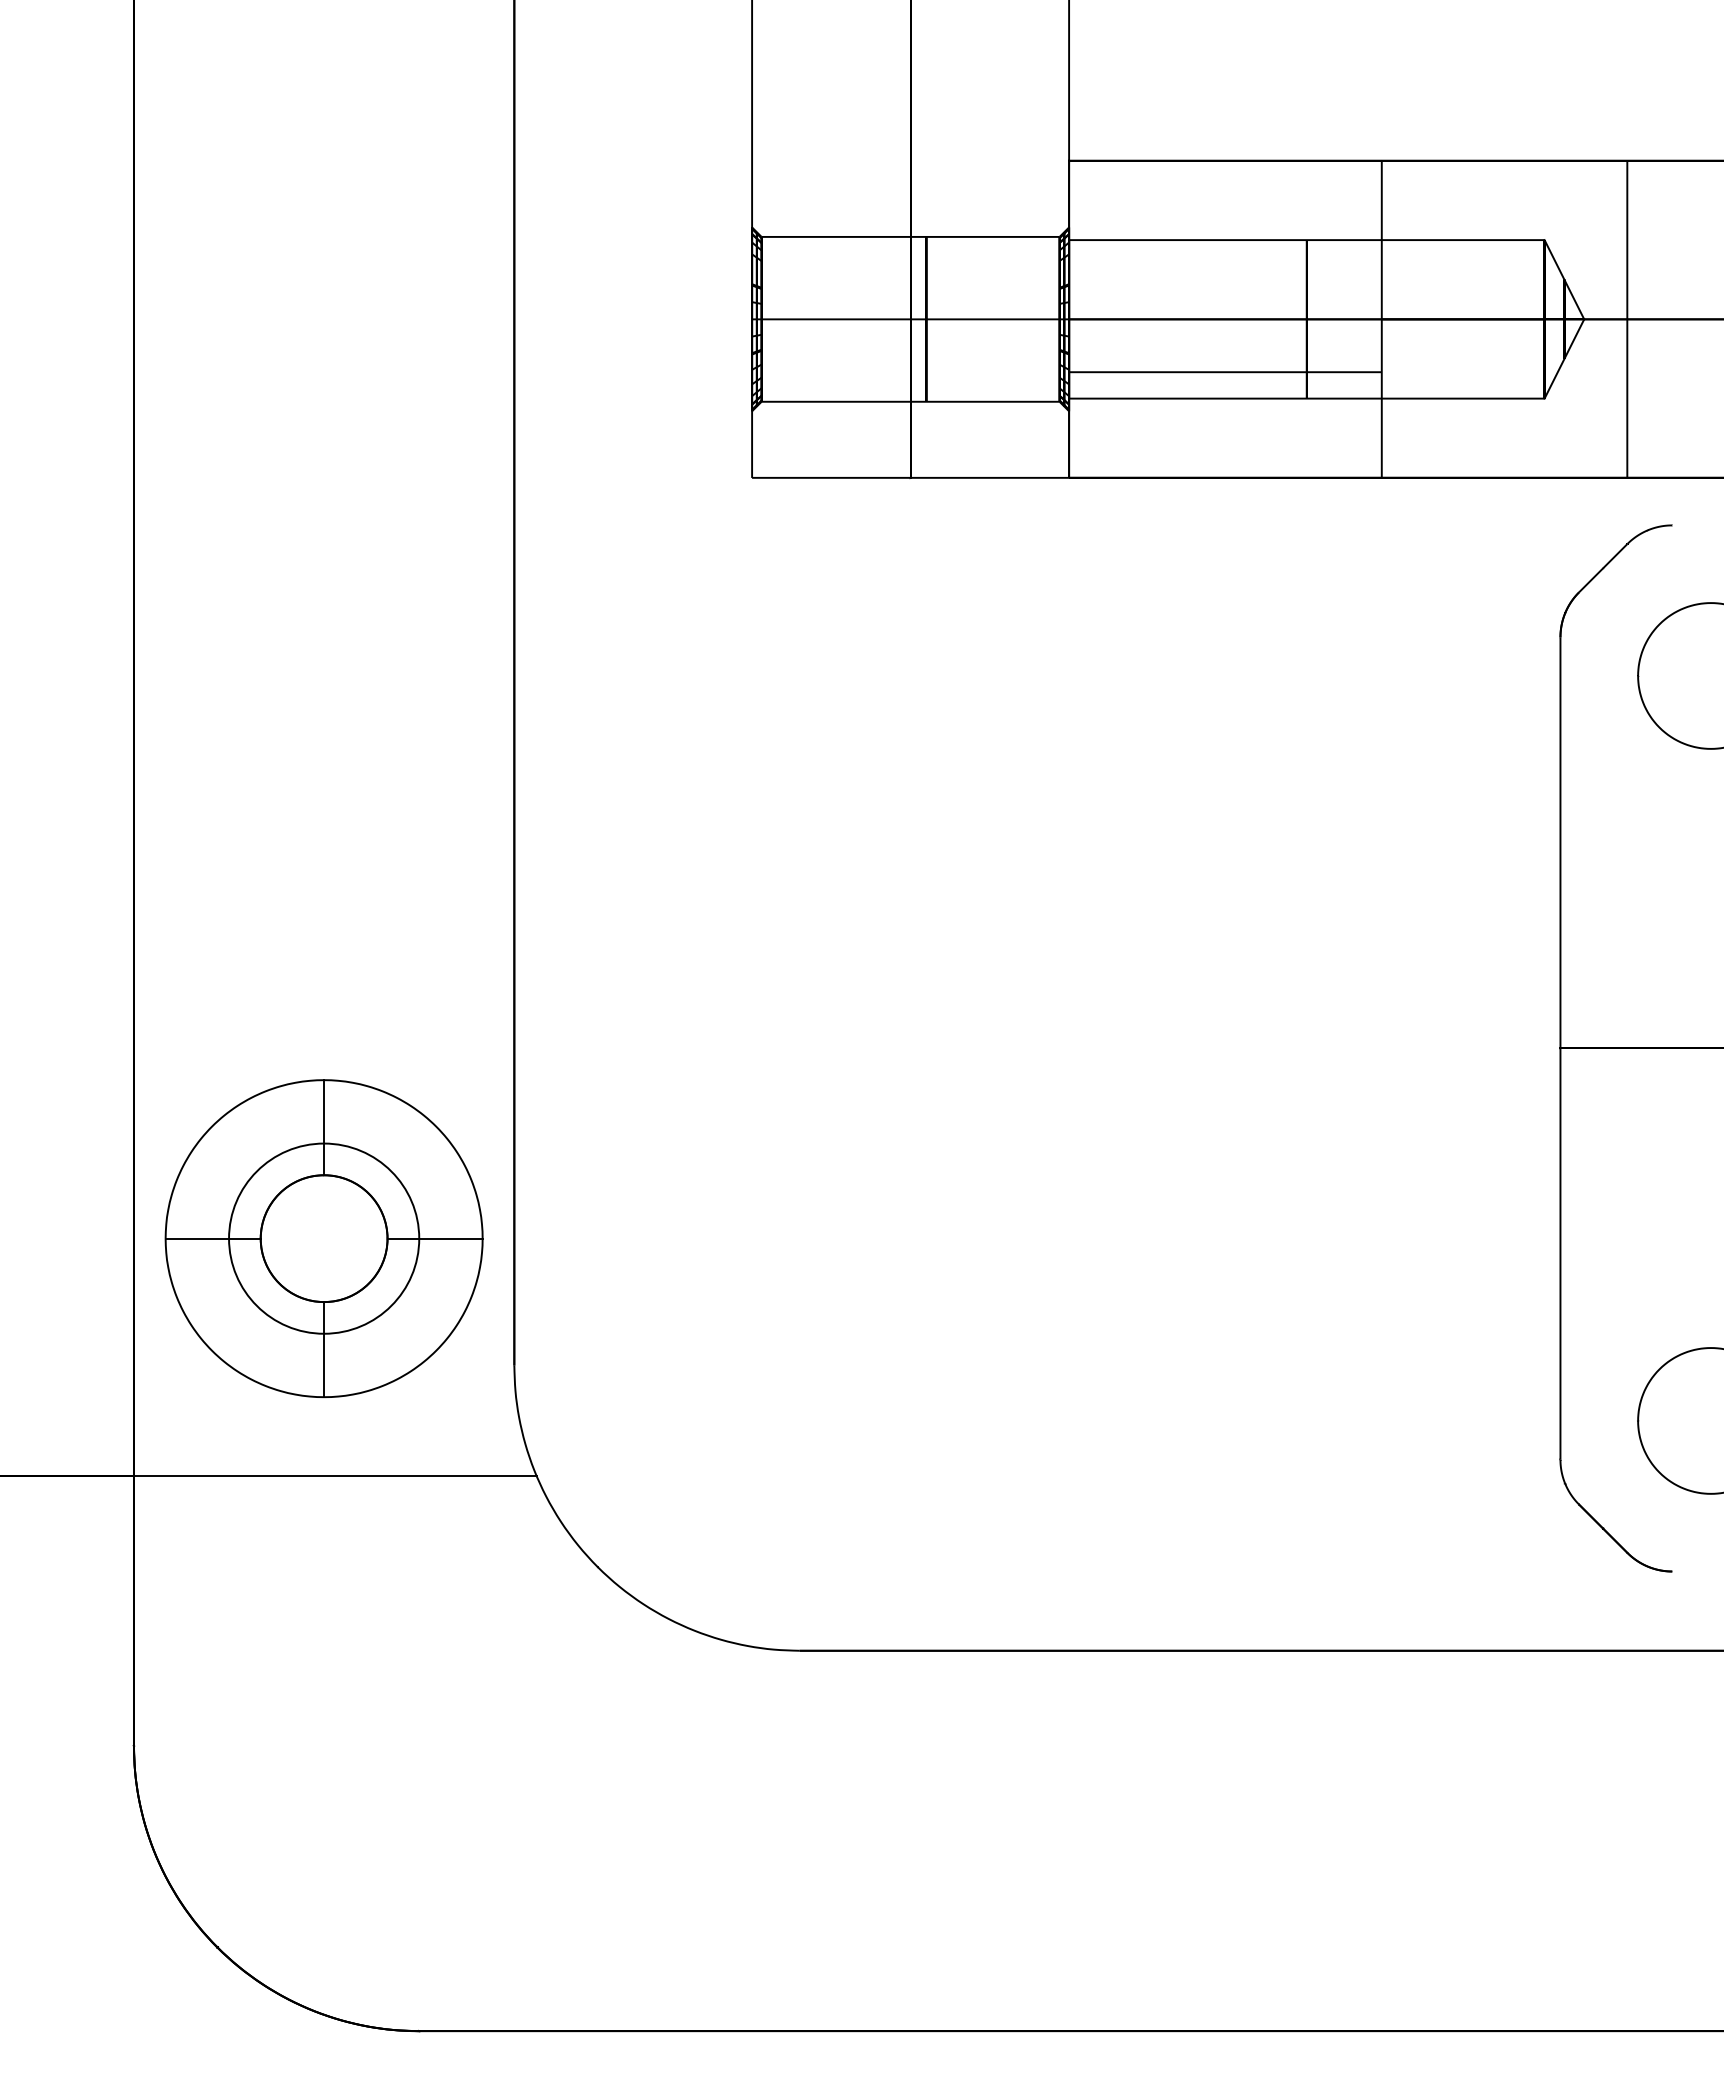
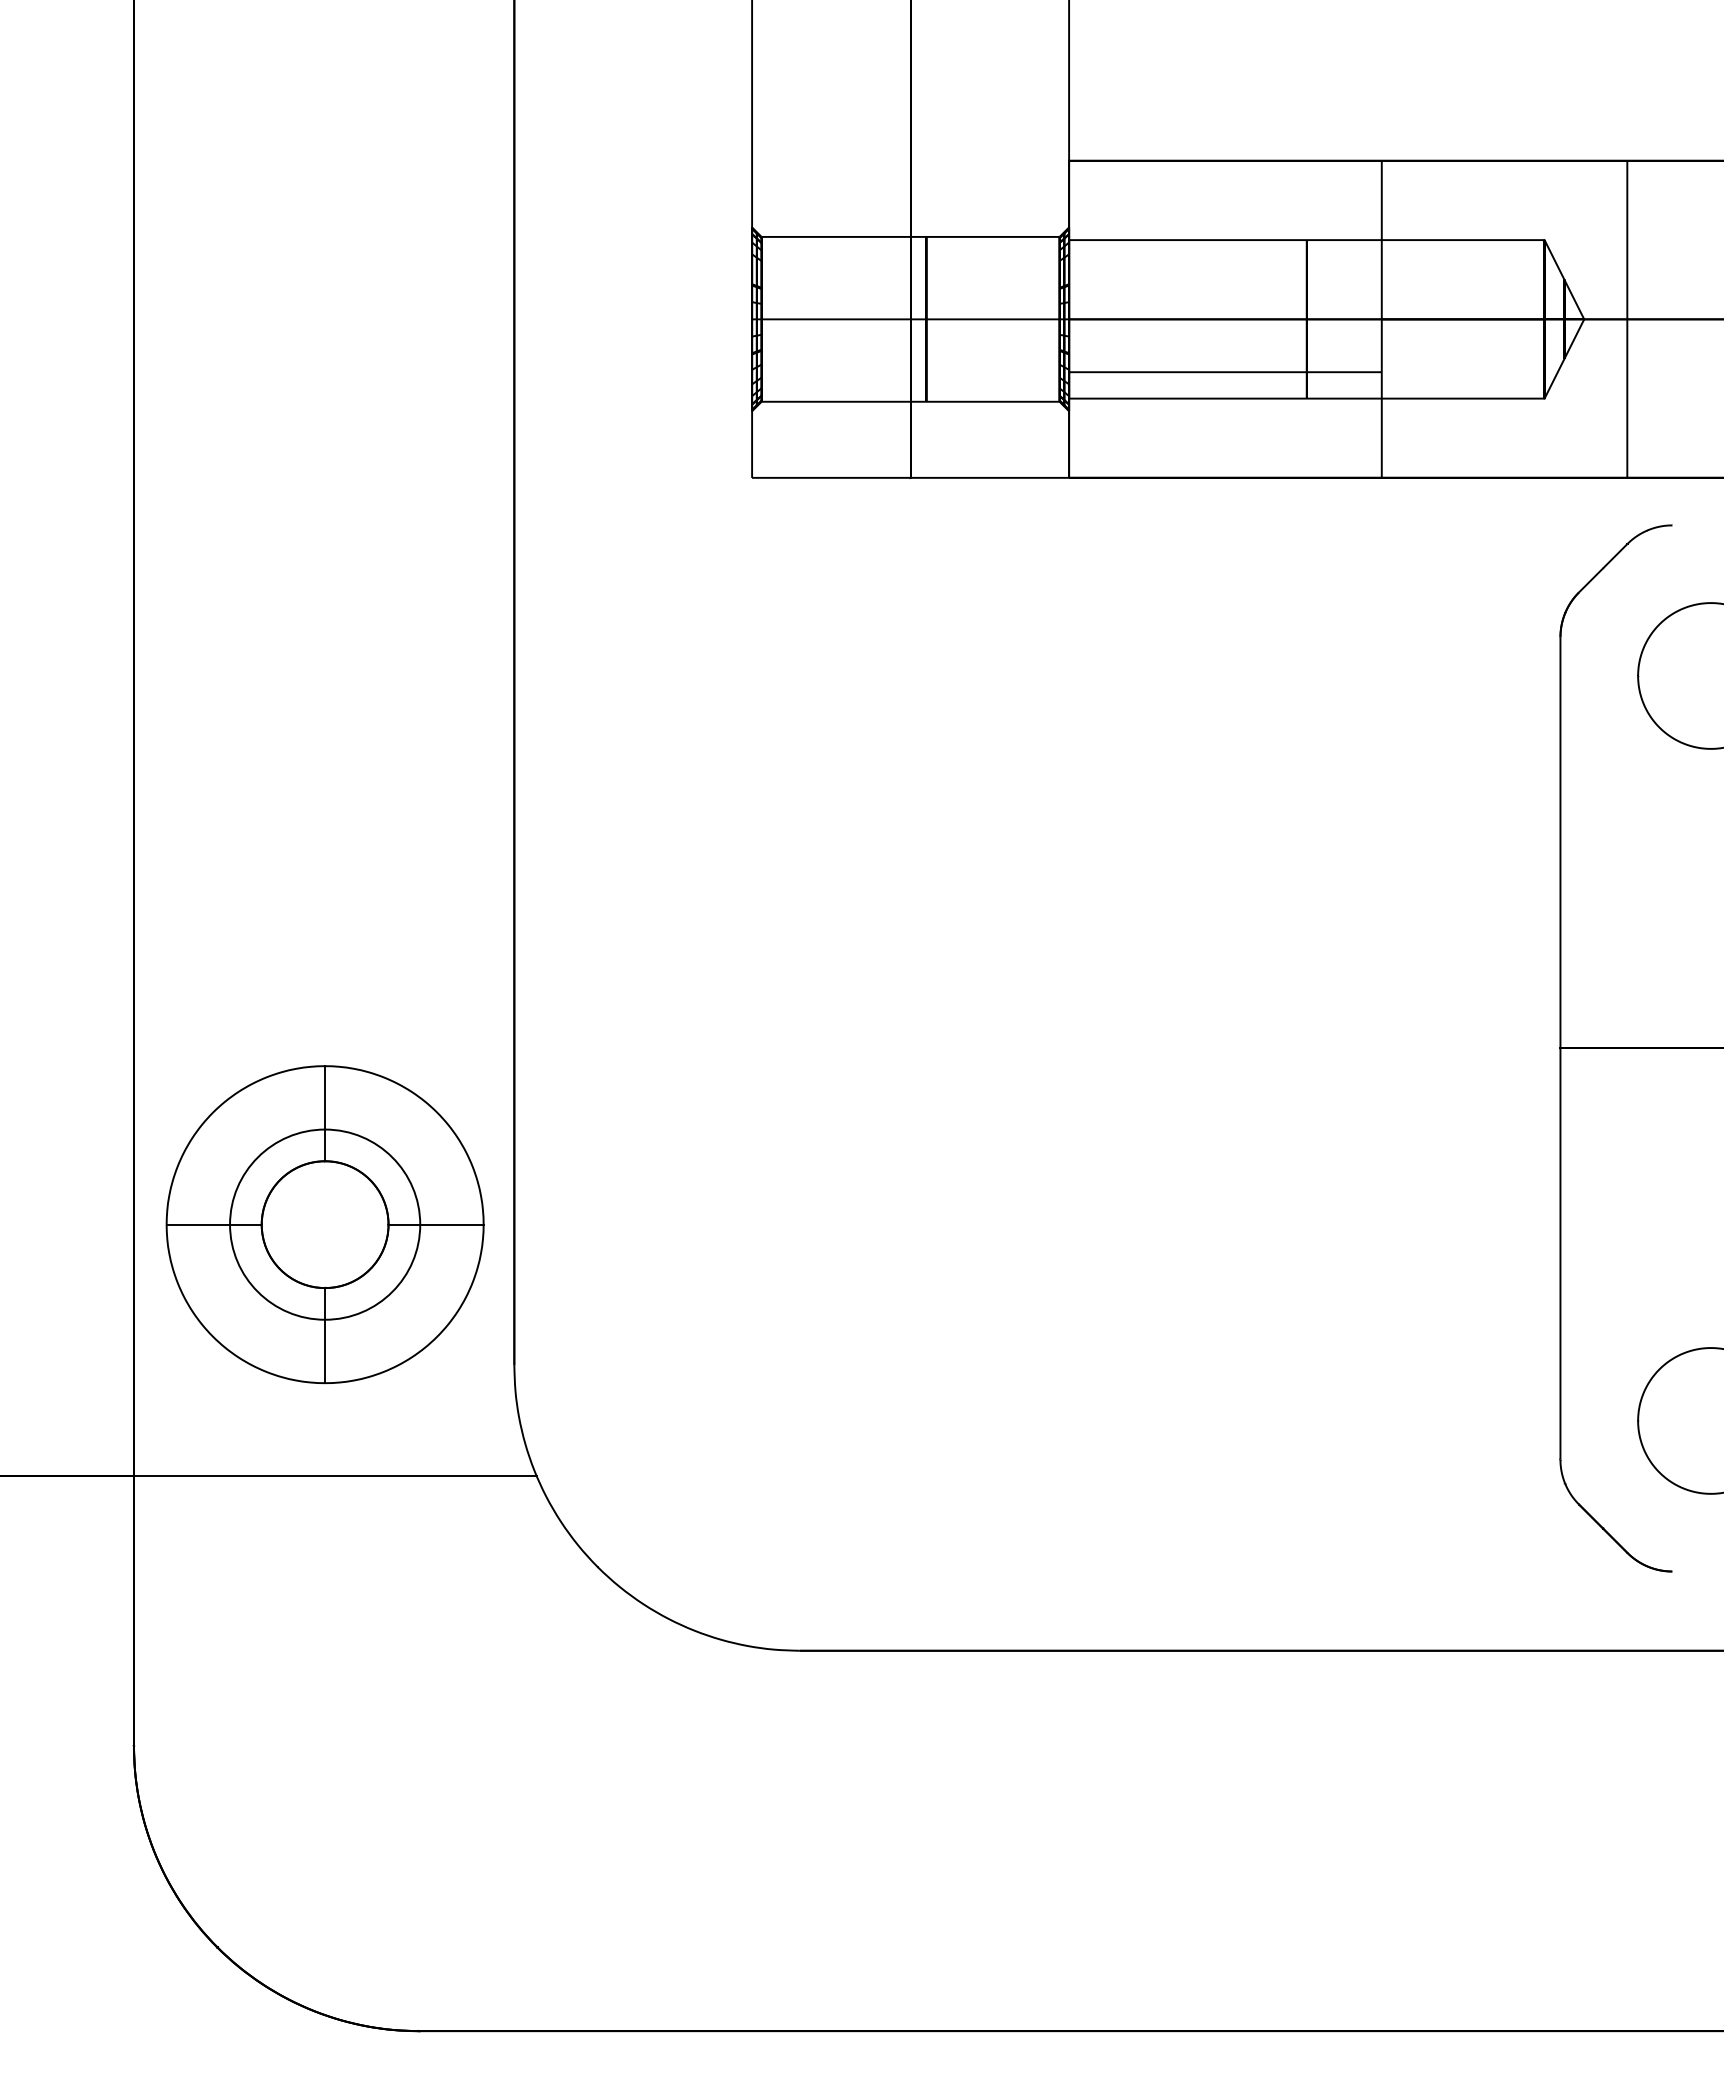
part at (323, 1238) position: (323, 1238) -> (324, 1224)
